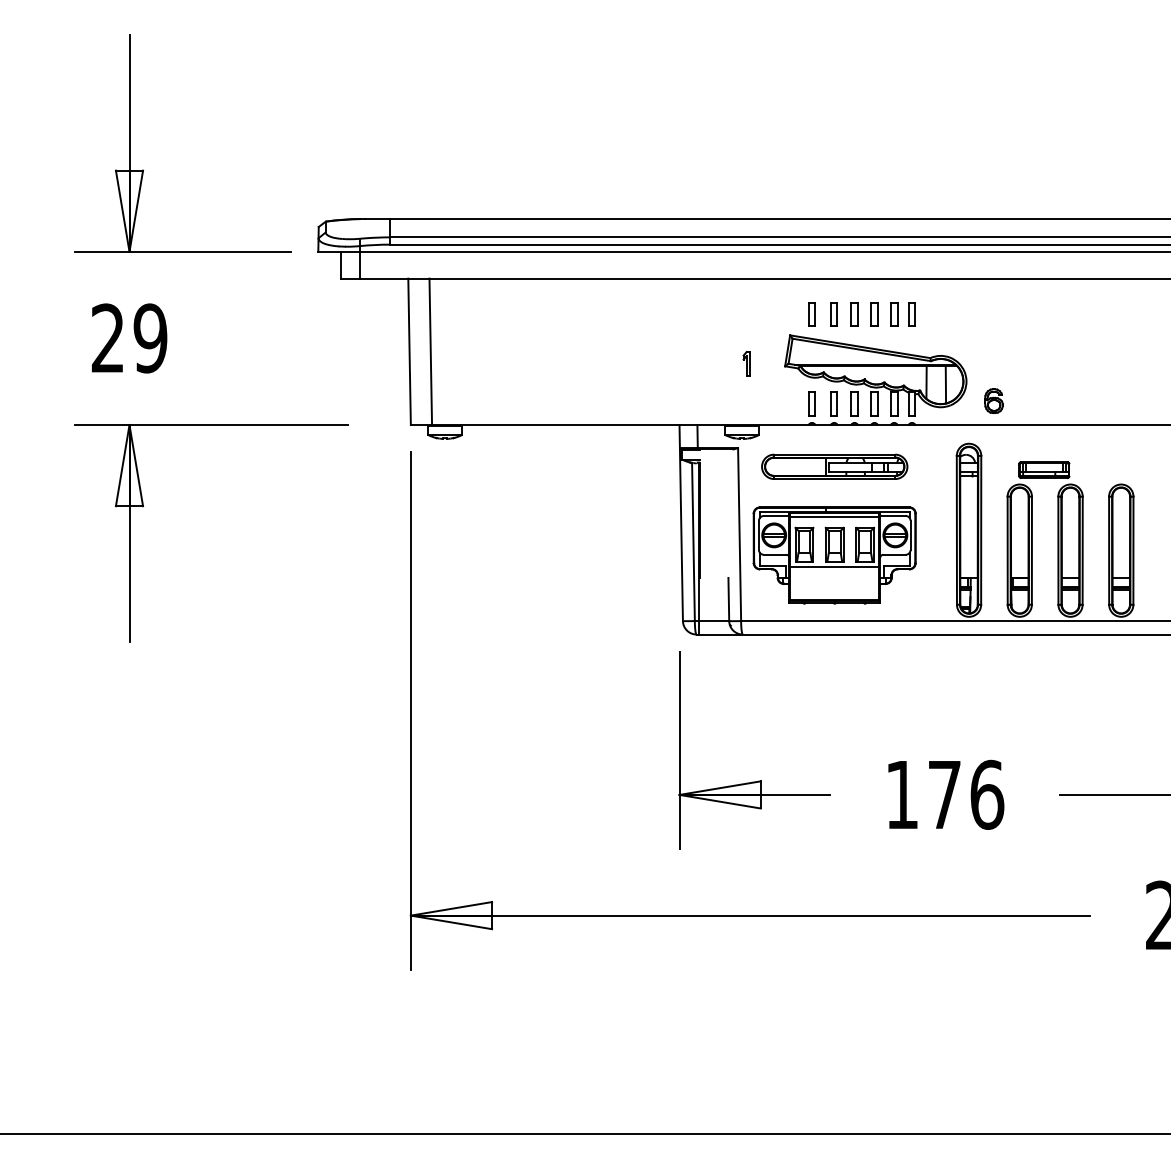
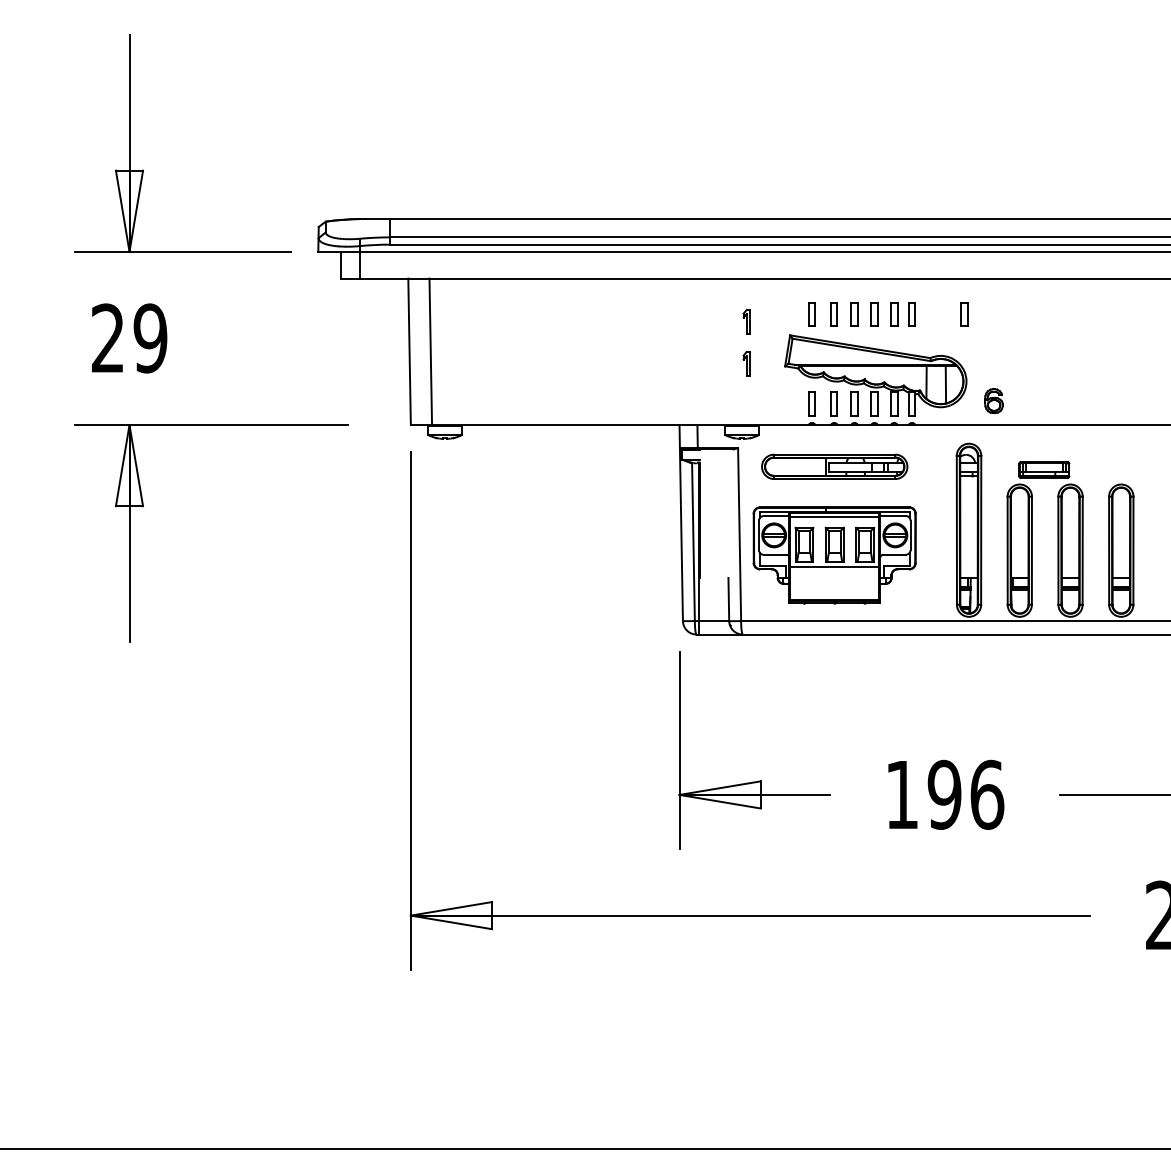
part at (964, 314): none -> present
part at (746, 321): none -> present
text at (944, 794): 176 -> 196
line at (584, 1133) position: (584, 1133) -> (584, 1148)
